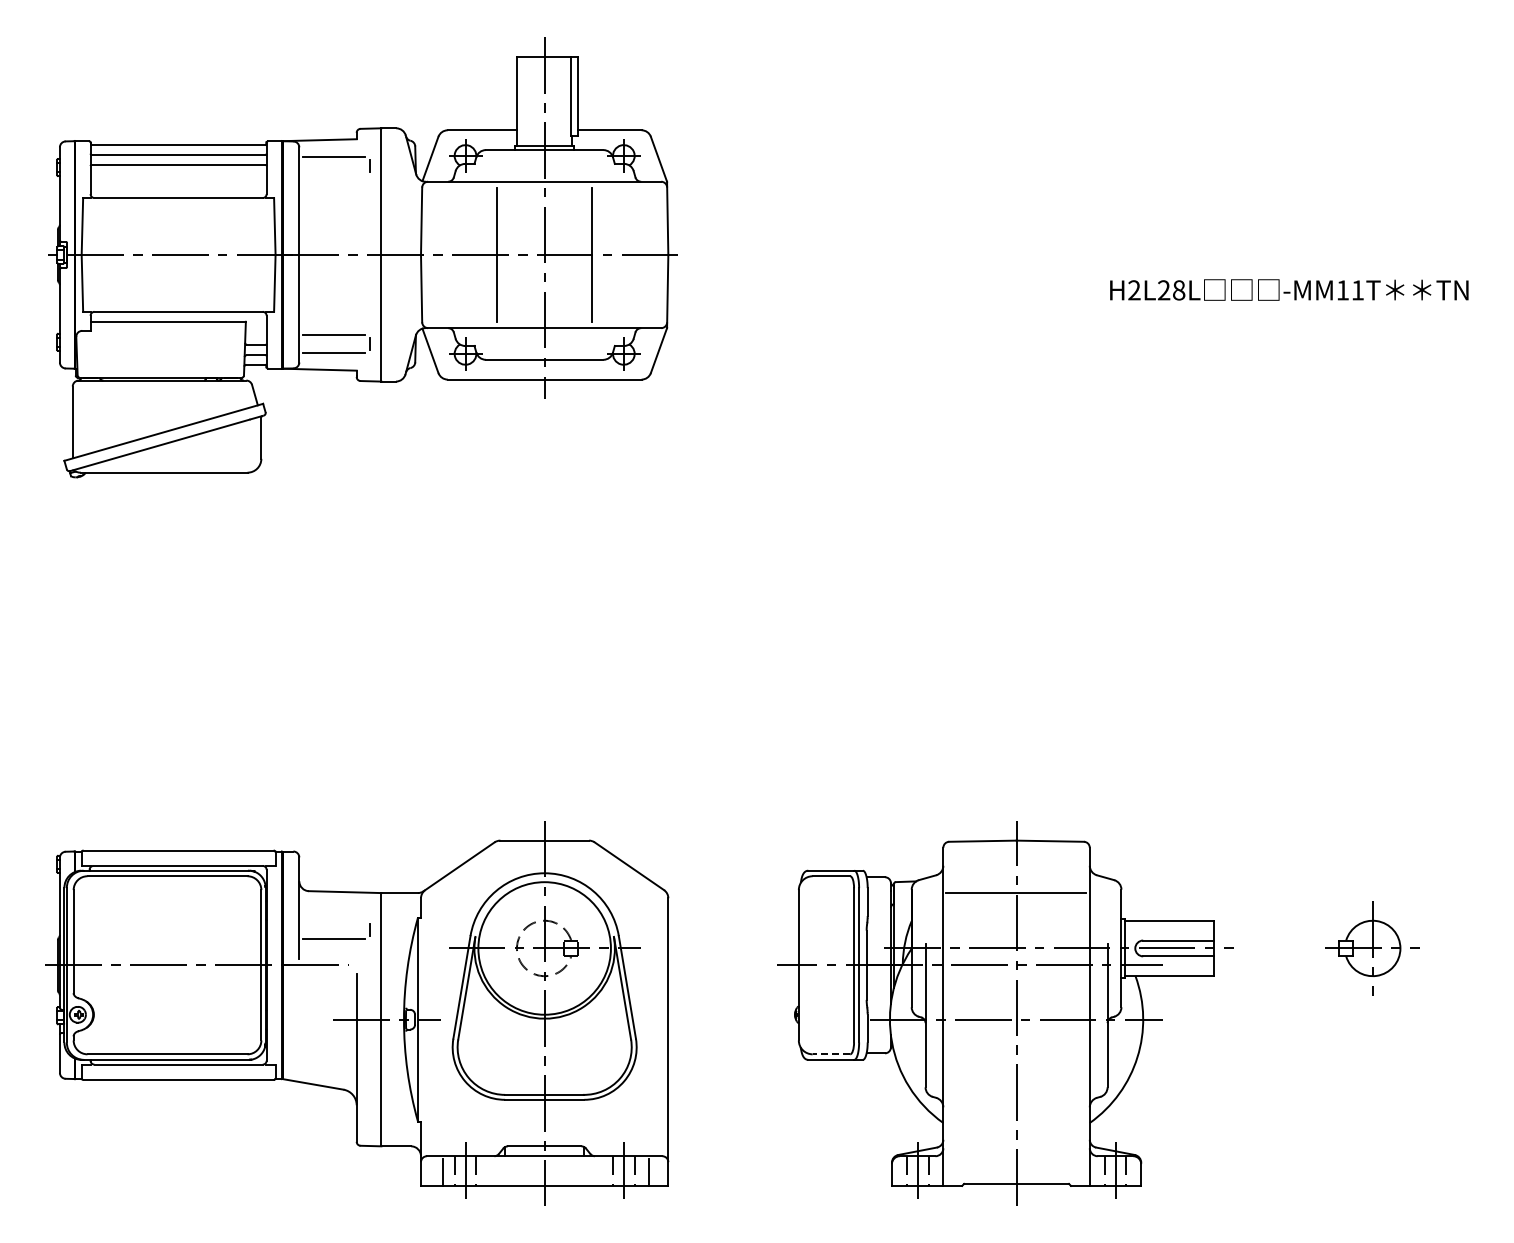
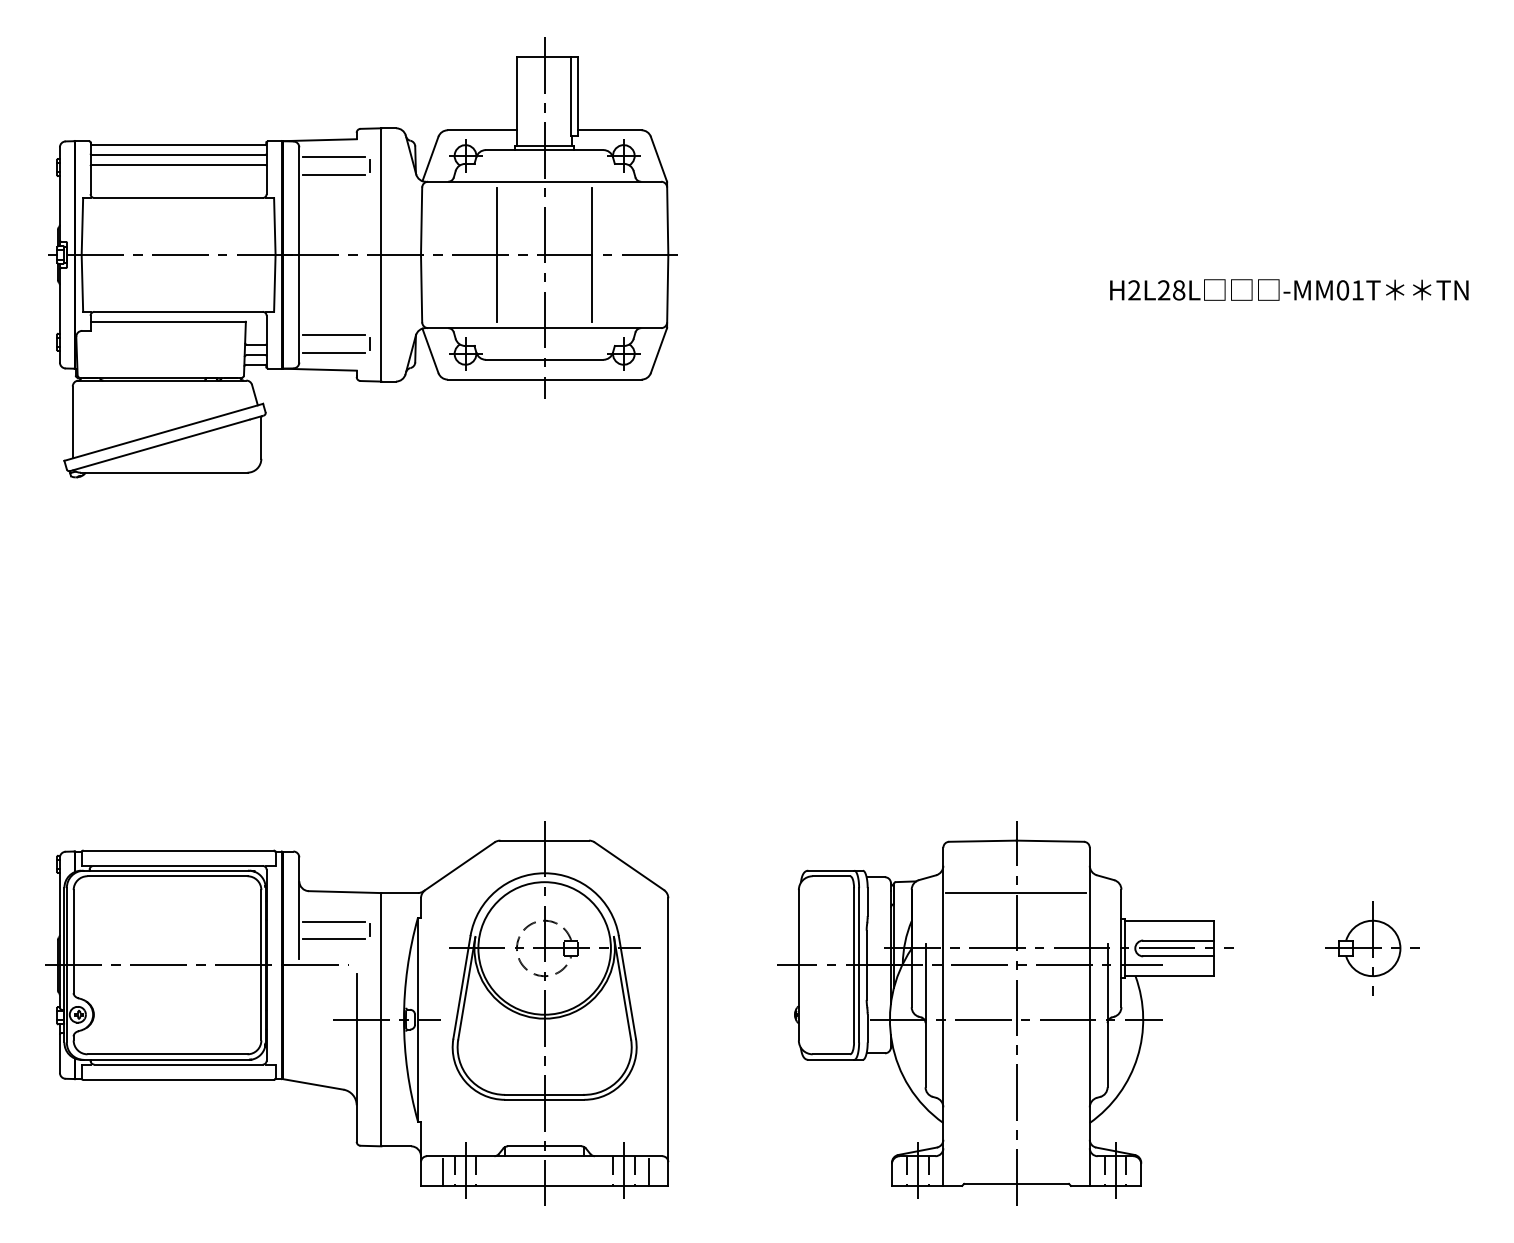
line at (334, 174): none -> present
text at (1342, 290): -MM11T -> -MM01T
line at (334, 921): none -> present
line at (831, 1054): dashed -> solid
